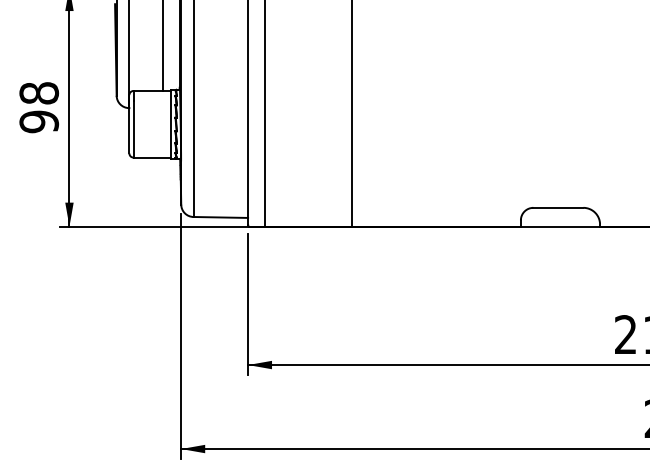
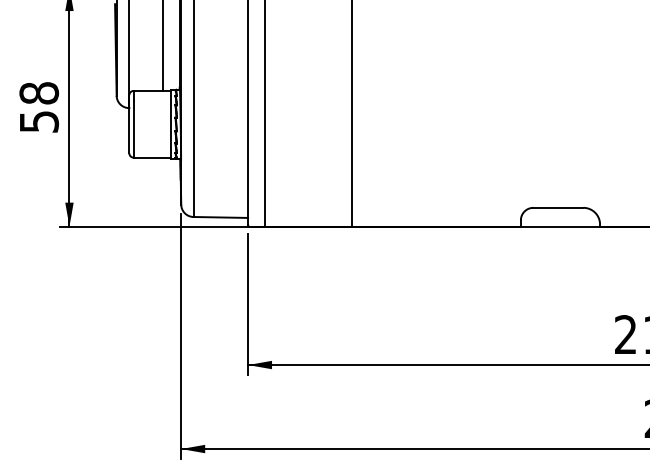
text at (38, 121): 98 -> 58
